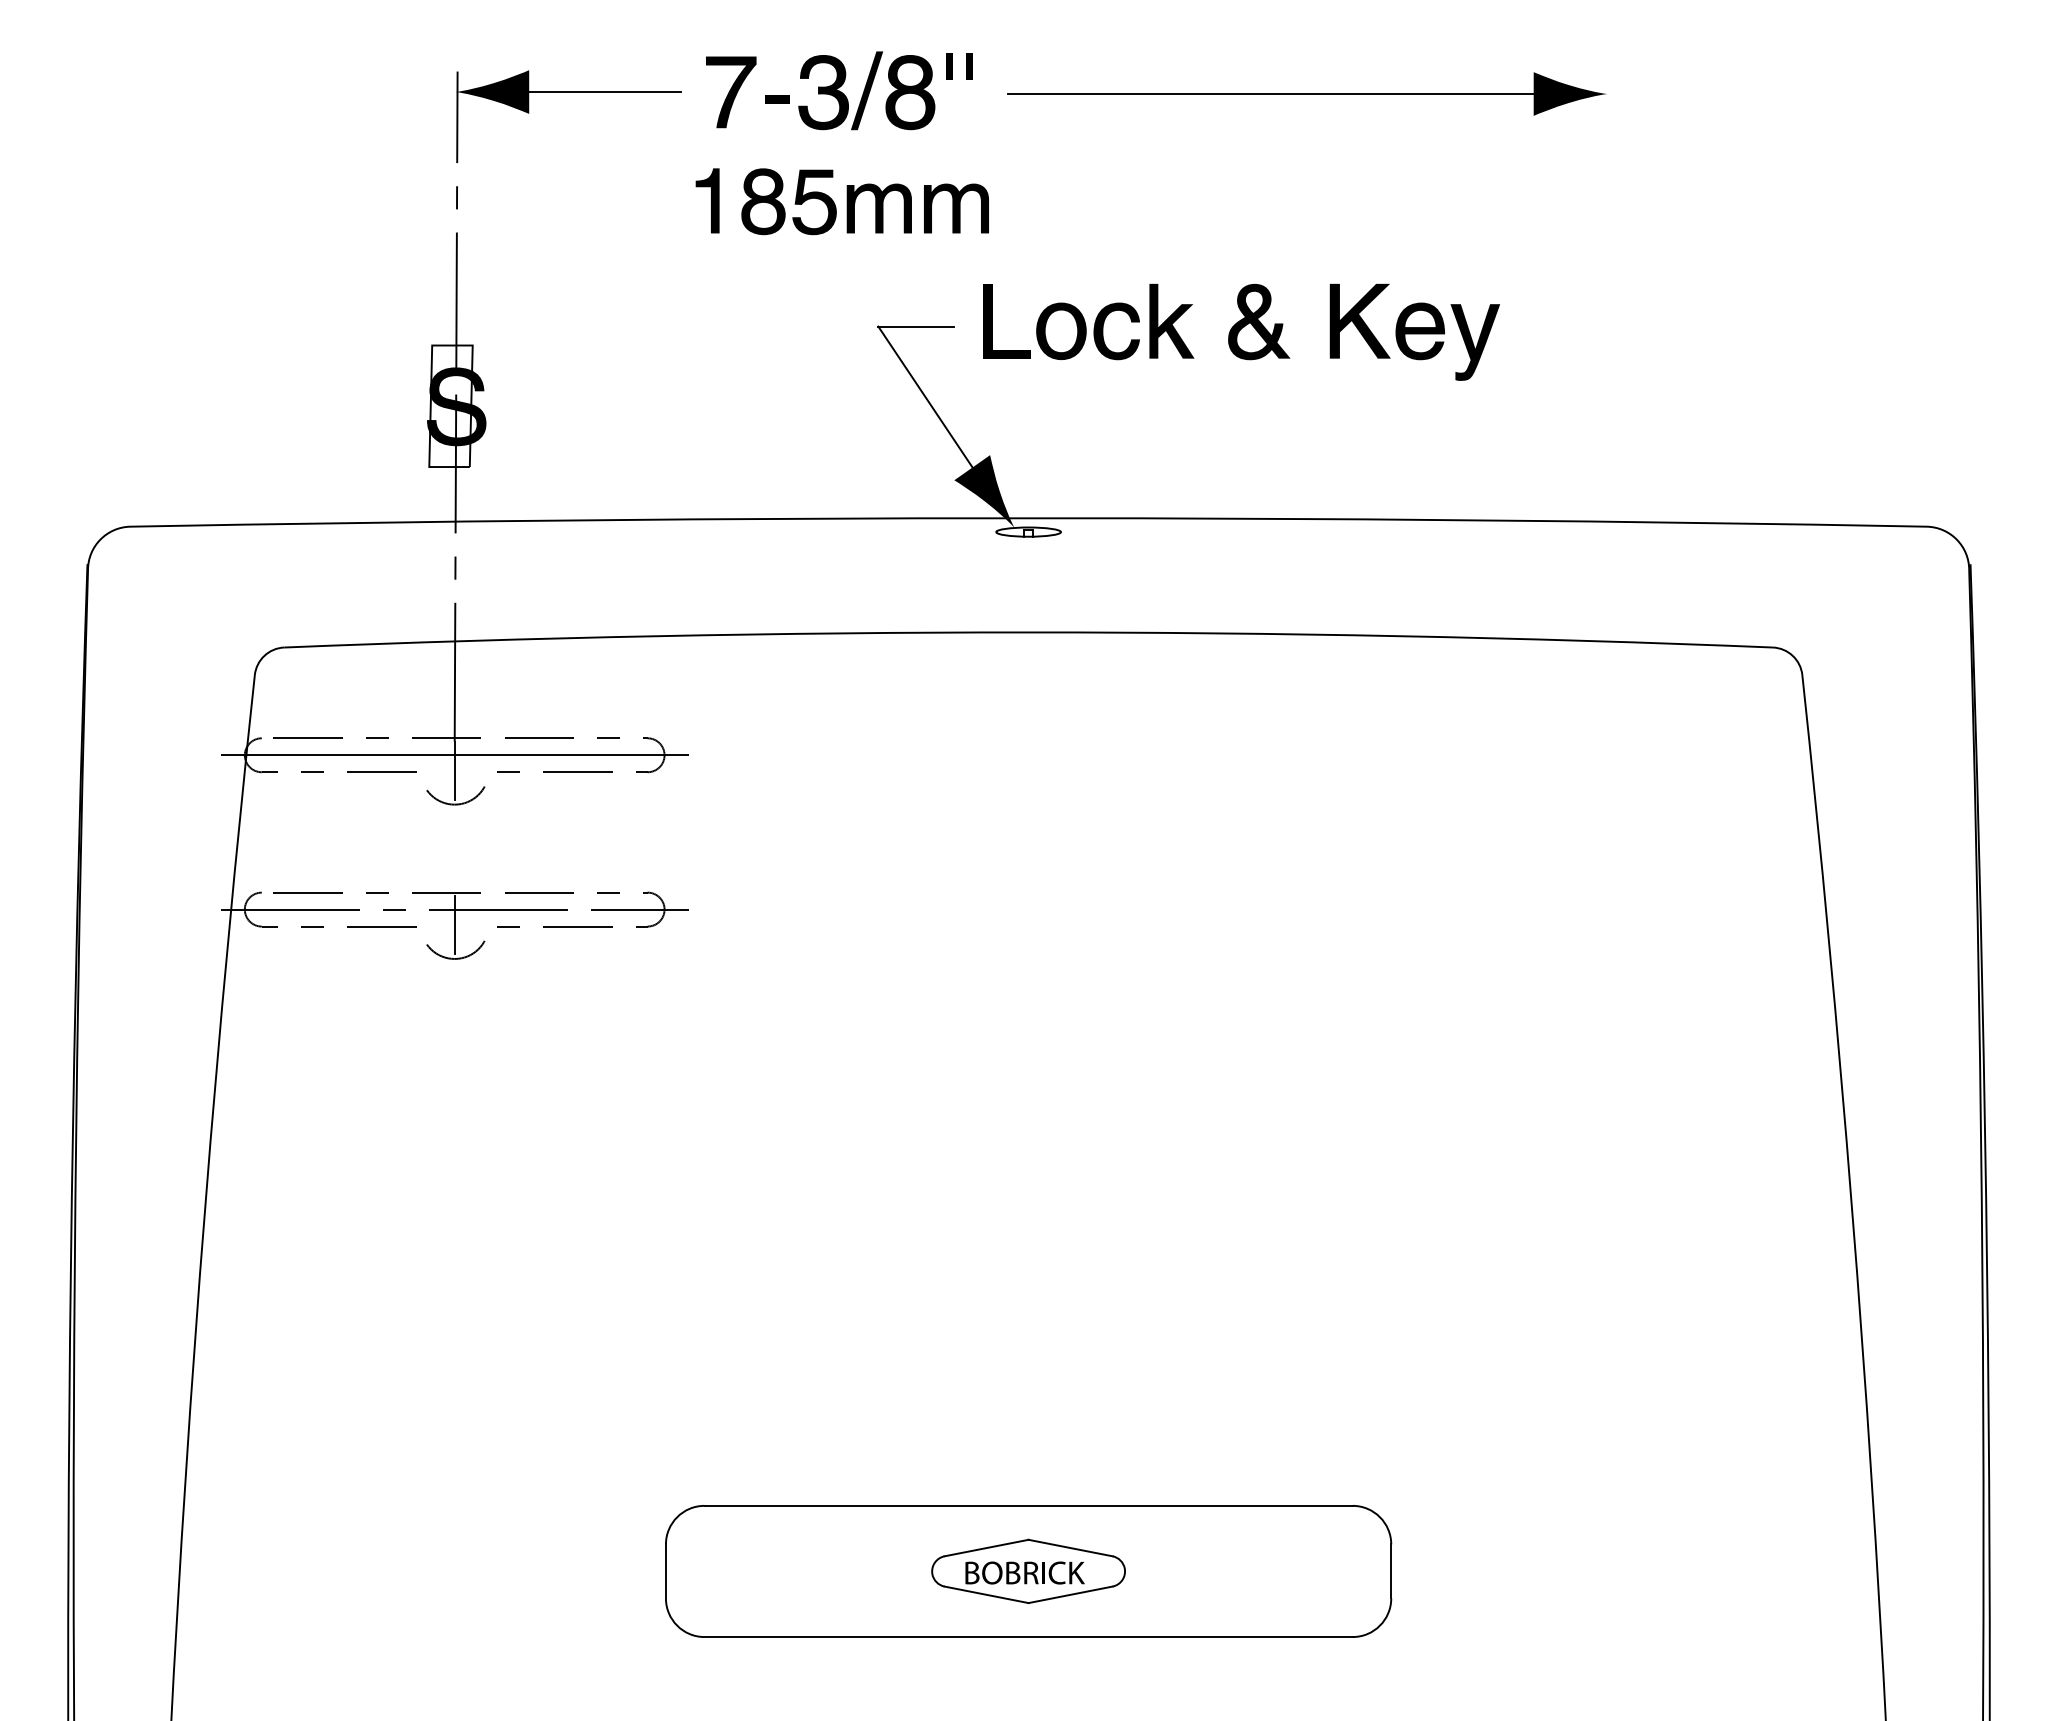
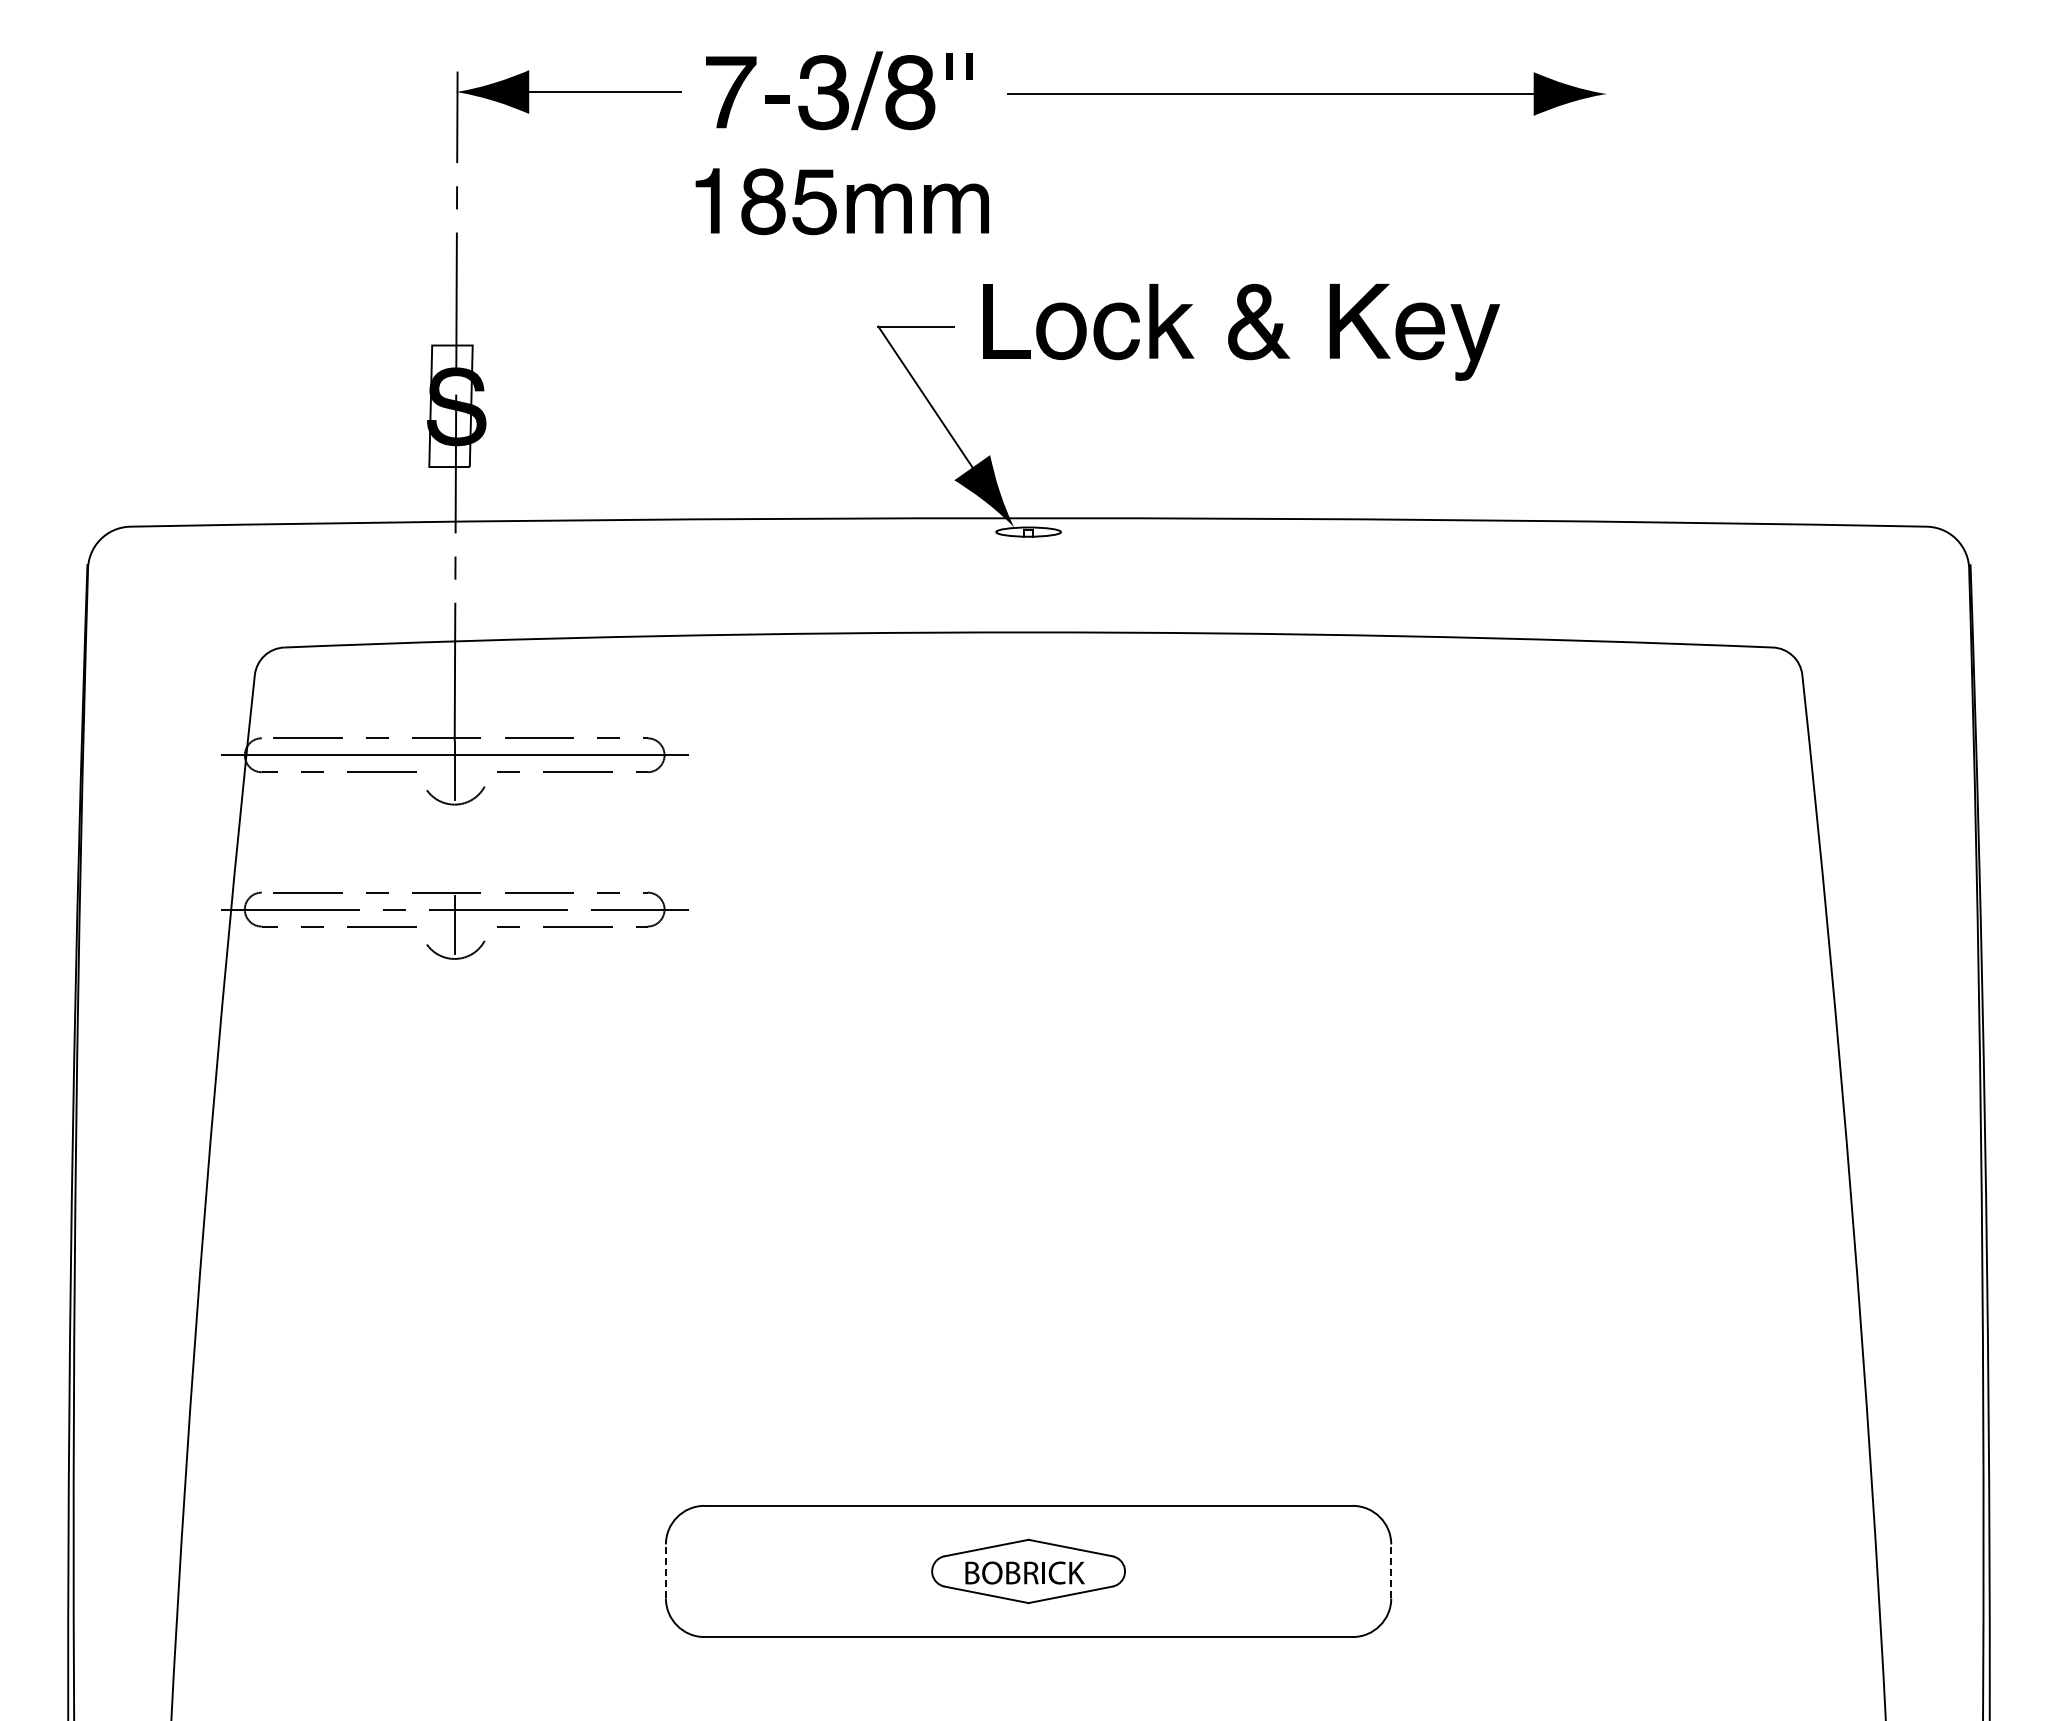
line at (665, 1571): solid -> dashed
line at (1391, 1571): solid -> dashed
